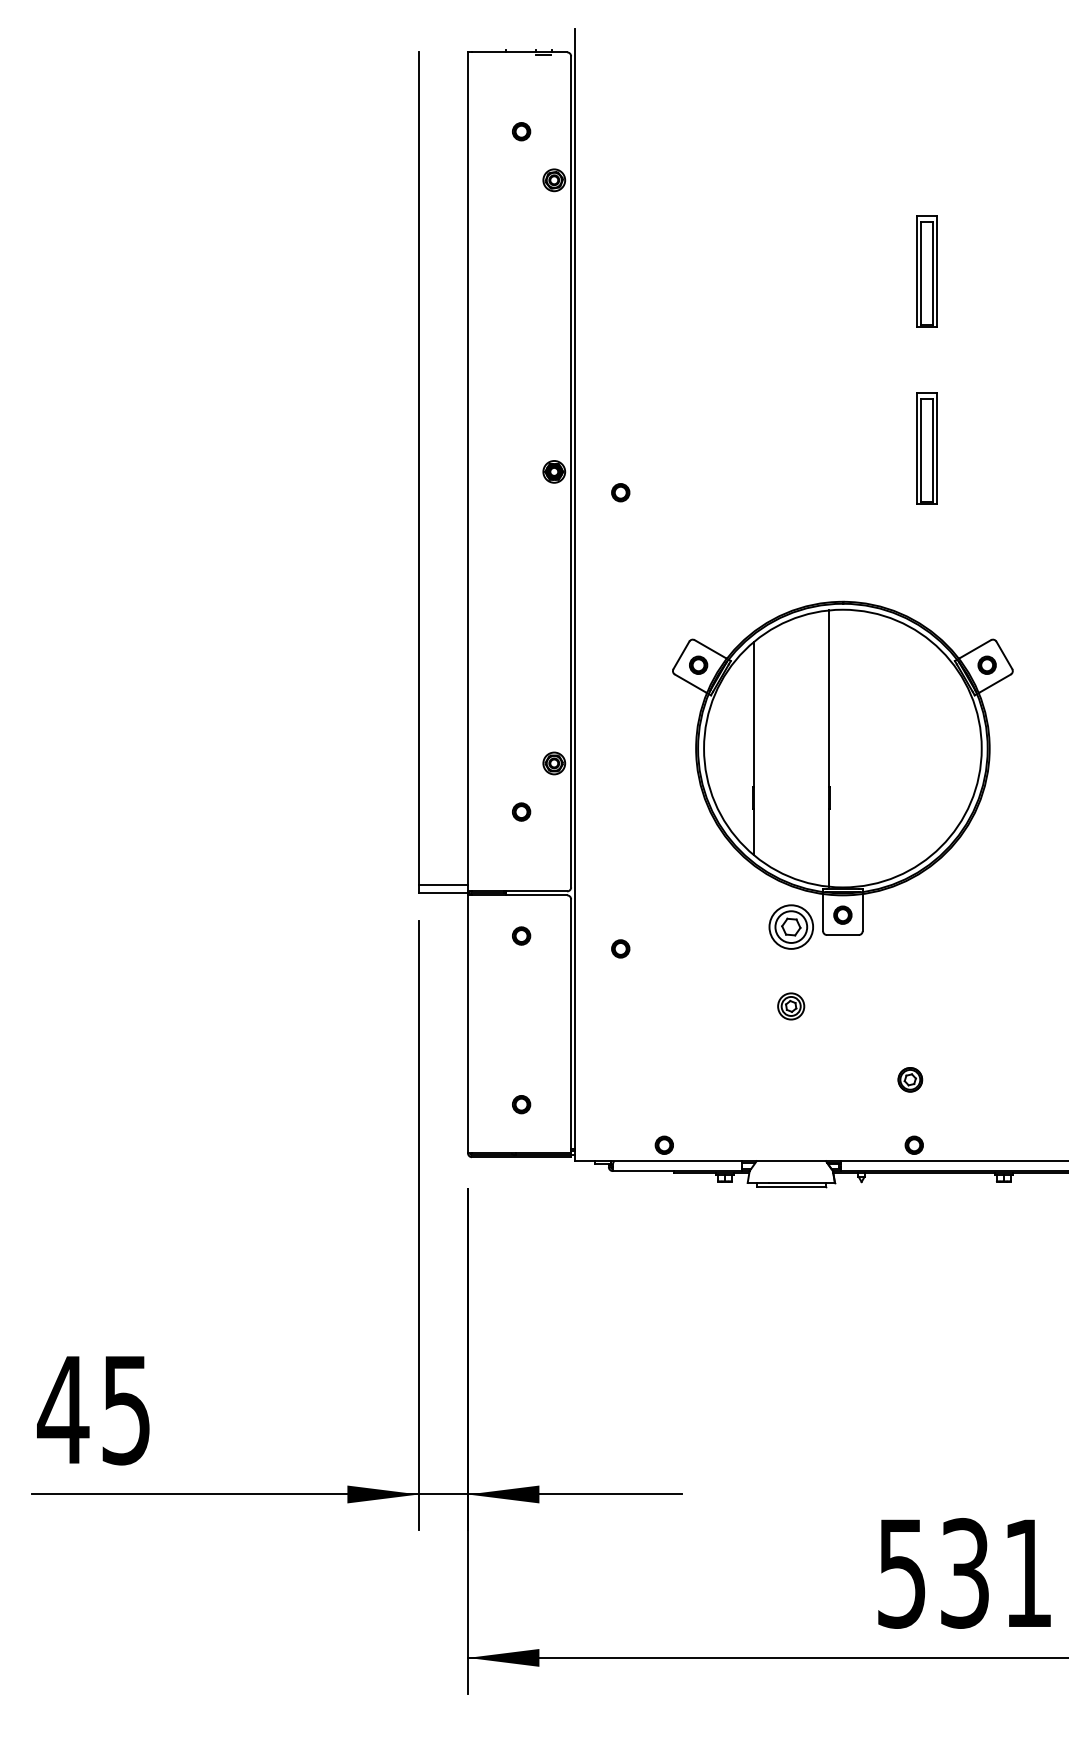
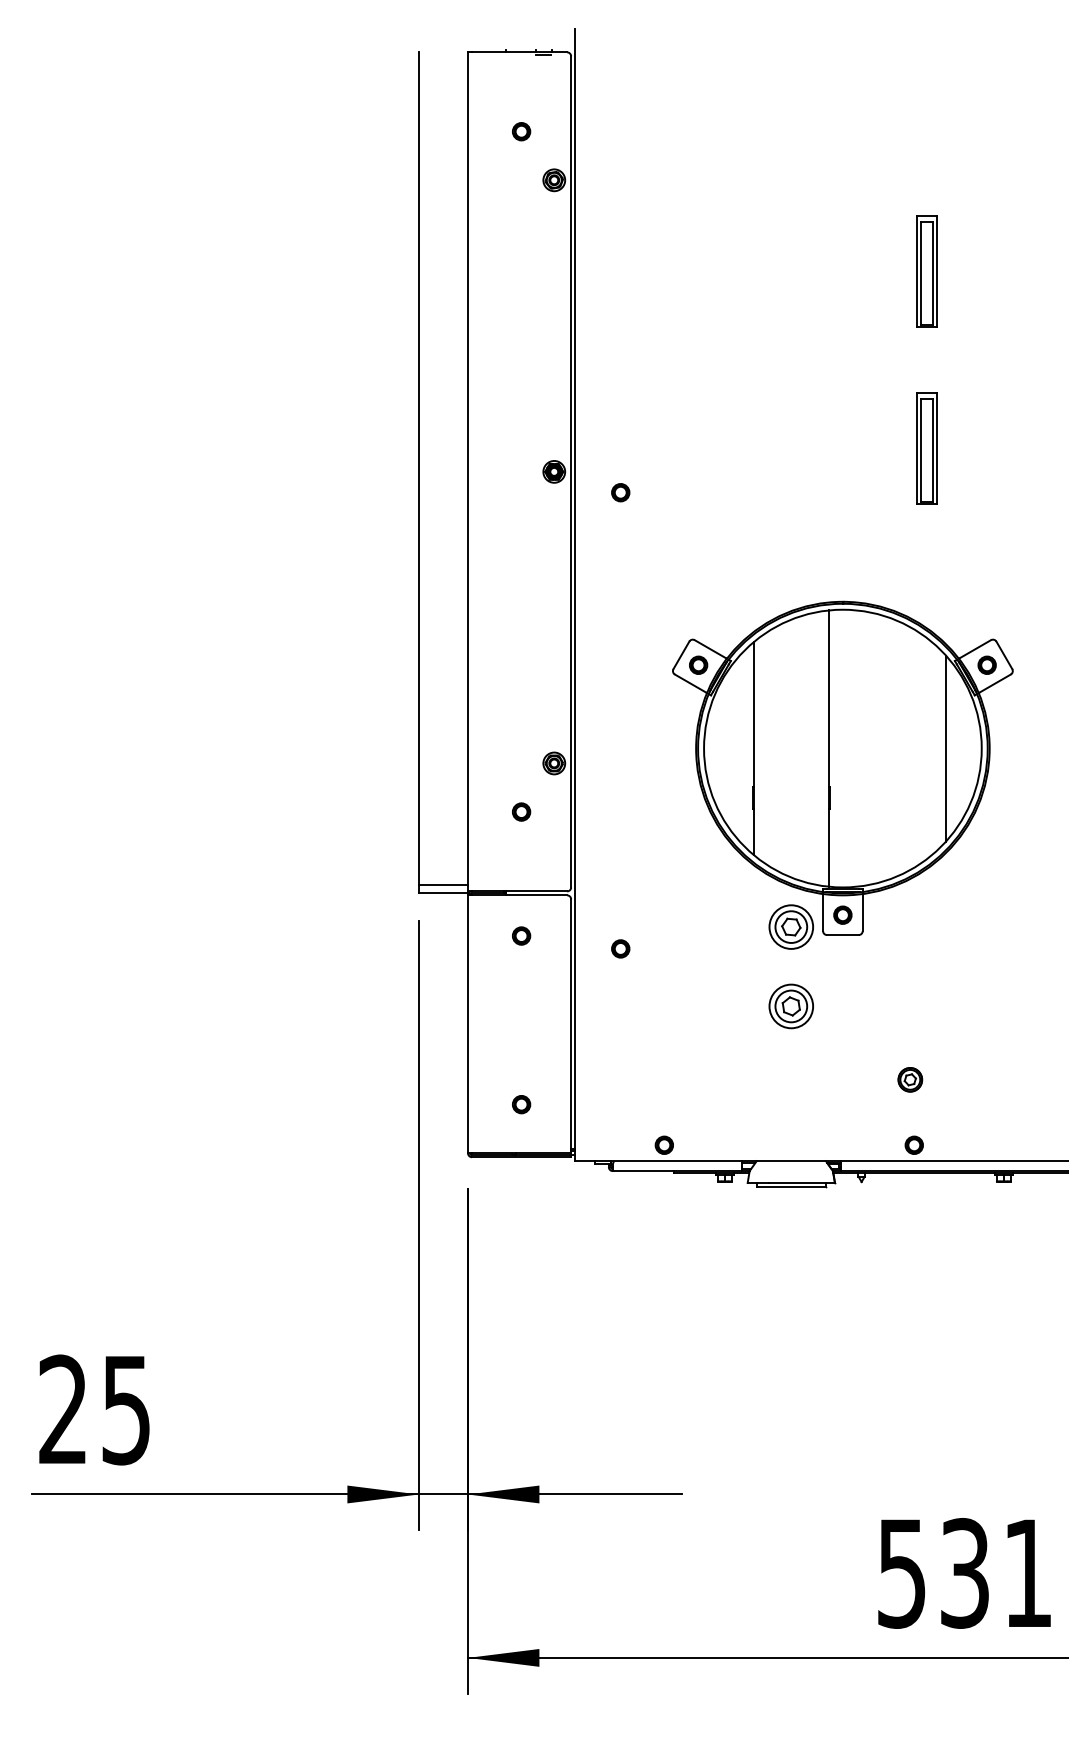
line at (946, 748): none -> present
part at (791, 1006) size: 29x29 px -> 46x47 px
text at (63, 1408): 45 -> 25
